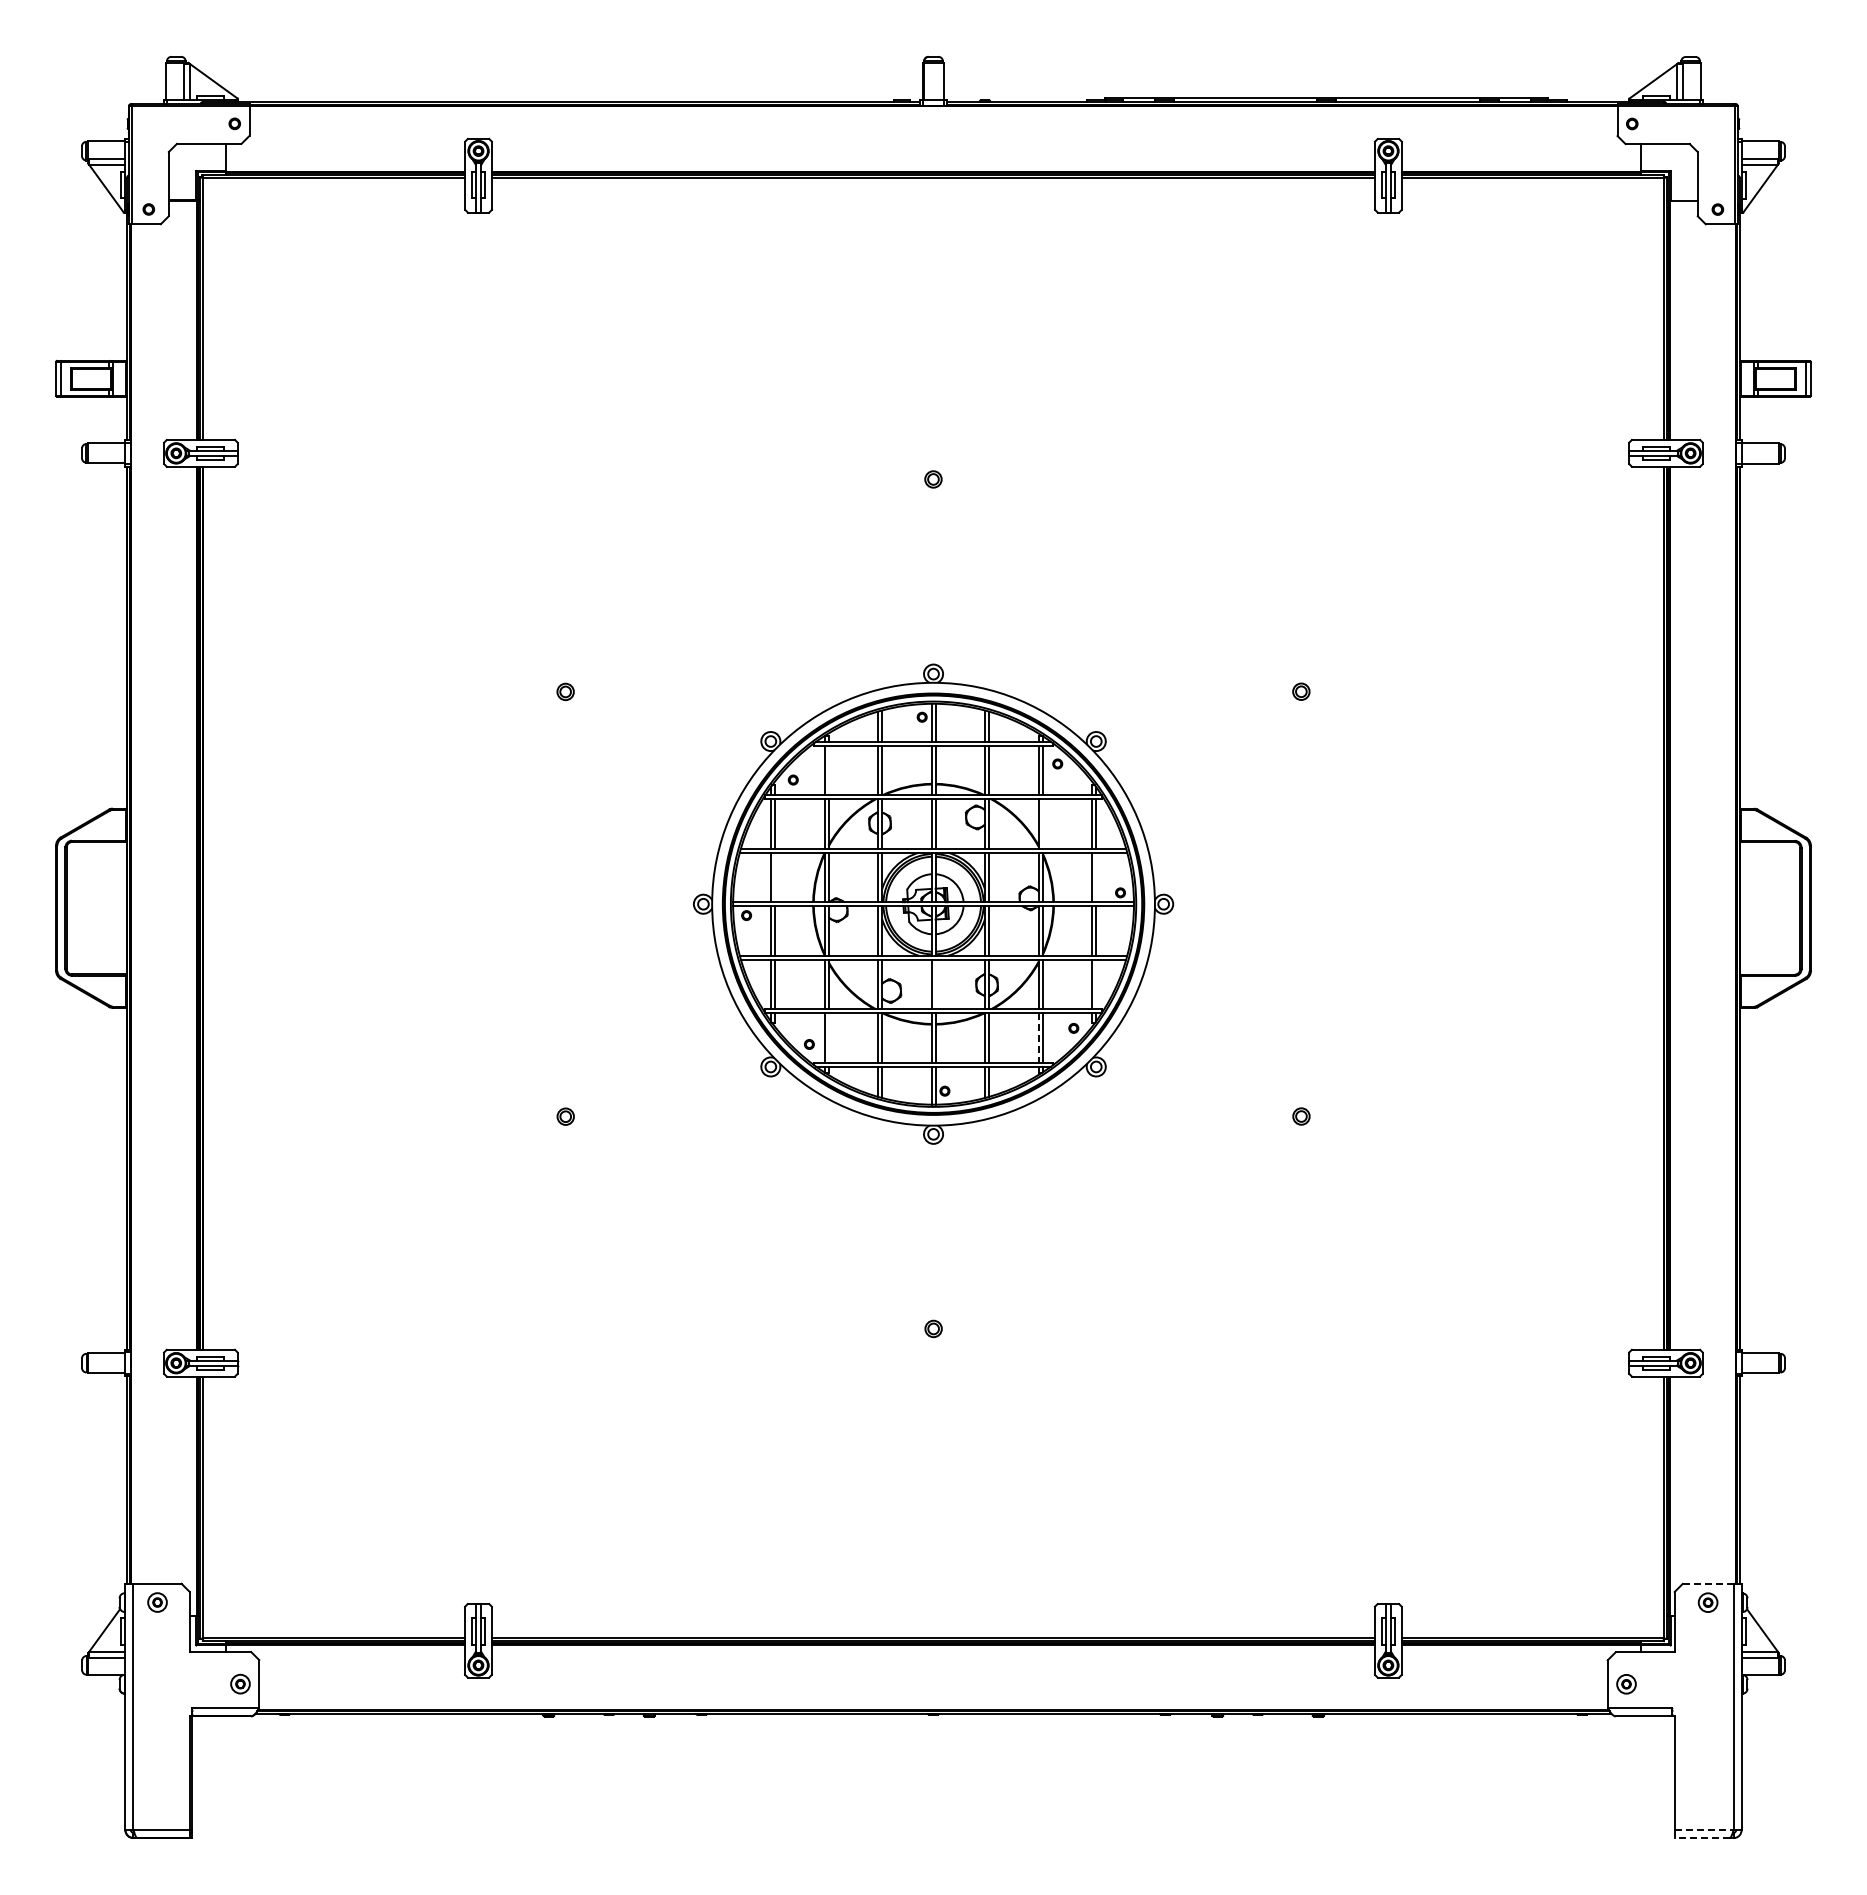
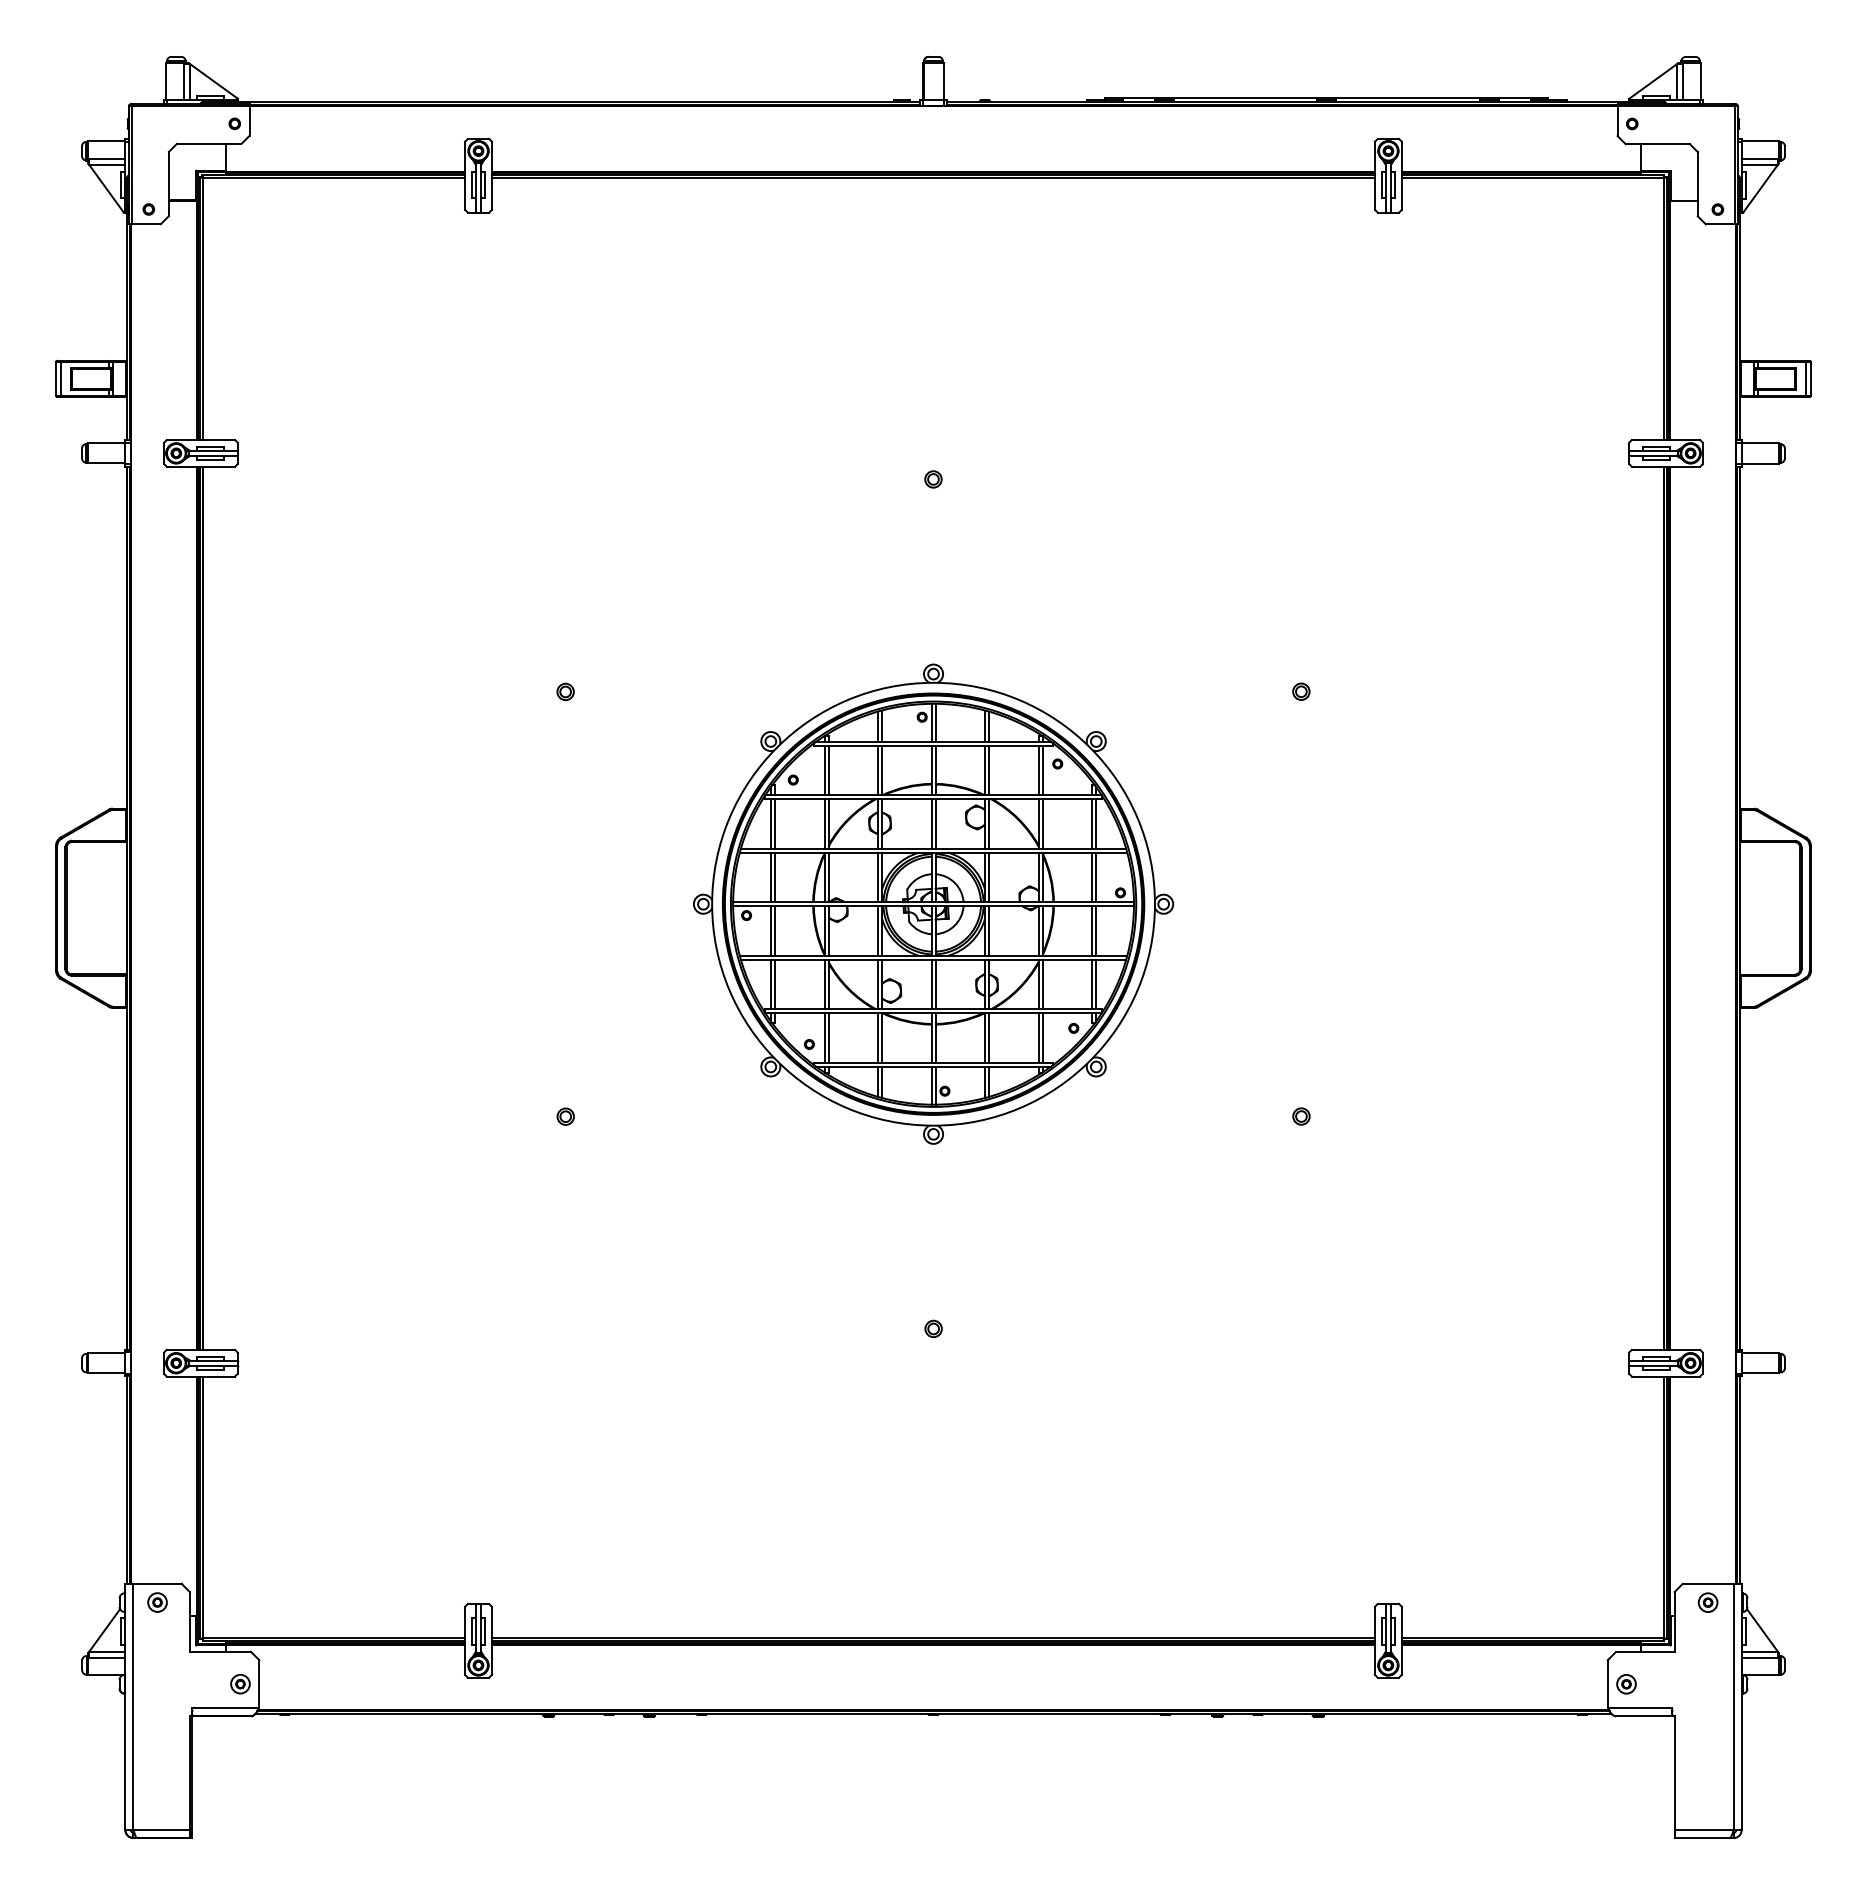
line at (828, 770): none -> present
line at (1042, 823): none -> present
line at (775, 877): none -> present
line at (1096, 877): none -> present
line at (935, 984): none -> present
line at (1096, 984): none -> present
line at (828, 1037): none -> present
line at (1038, 1038): dashed -> solid
line at (1708, 1583): dashed -> solid
line at (1704, 1830): dashed -> solid
line at (1702, 1838): dashed -> solid
